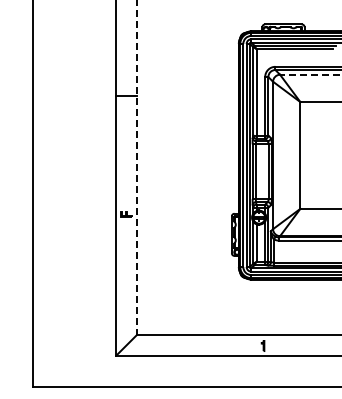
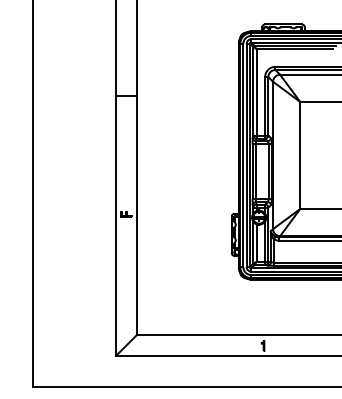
line at (310, 74): dashed -> solid
line at (137, 167): dashed -> solid
